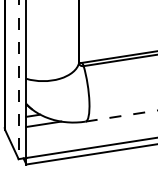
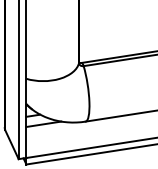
line at (18, 80): dashed -> solid
line at (121, 116): dashed -> solid
